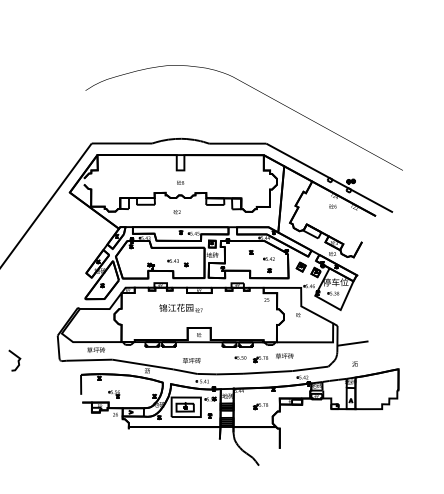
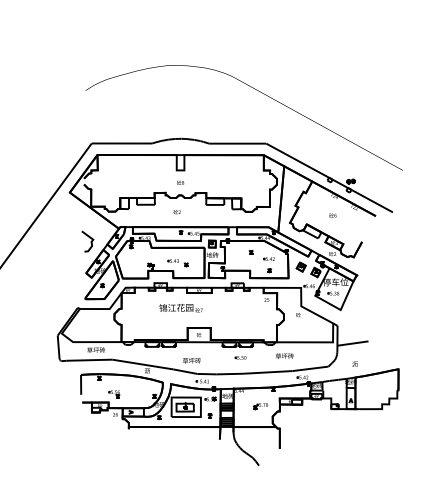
text at (332, 206) position: (332, 206) -> (332, 215)
part at (259, 359): present -> none
curve at (17, 360) position: (17, 360) -> (90, 241)
